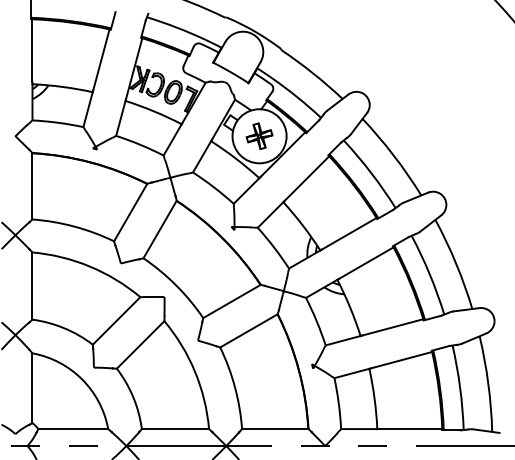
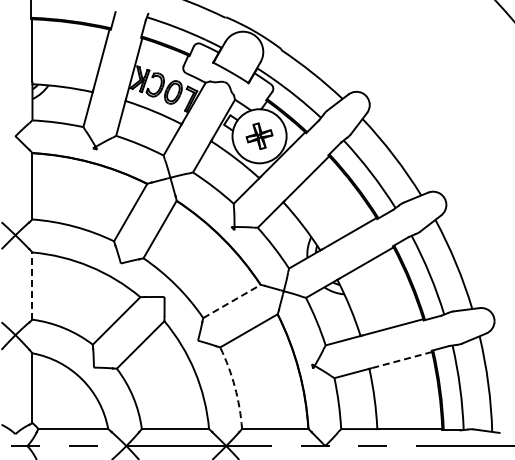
line at (32, 286): solid -> dashed
line at (232, 301): solid -> dashed
line at (401, 360): solid -> dashed
arc at (234, 387): solid -> dashed
